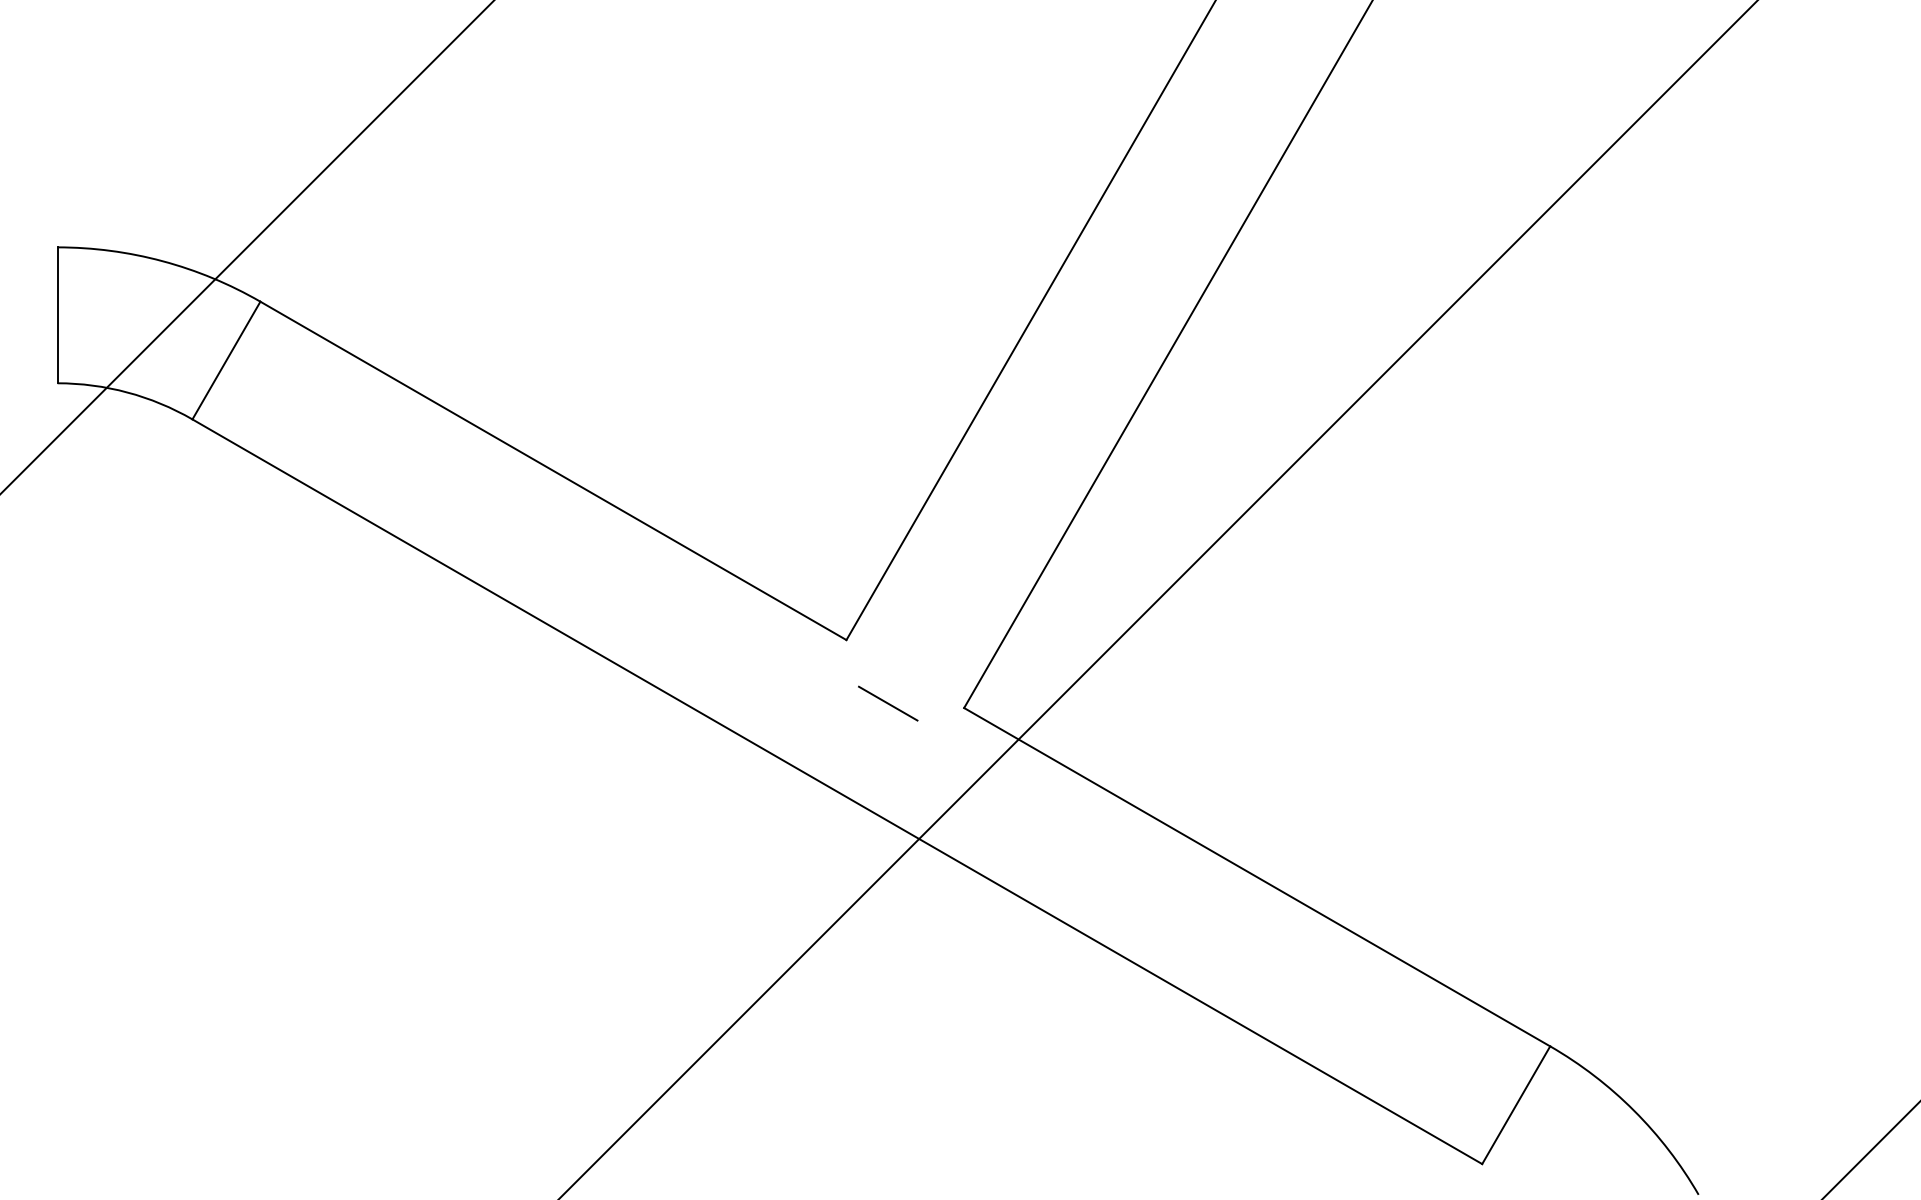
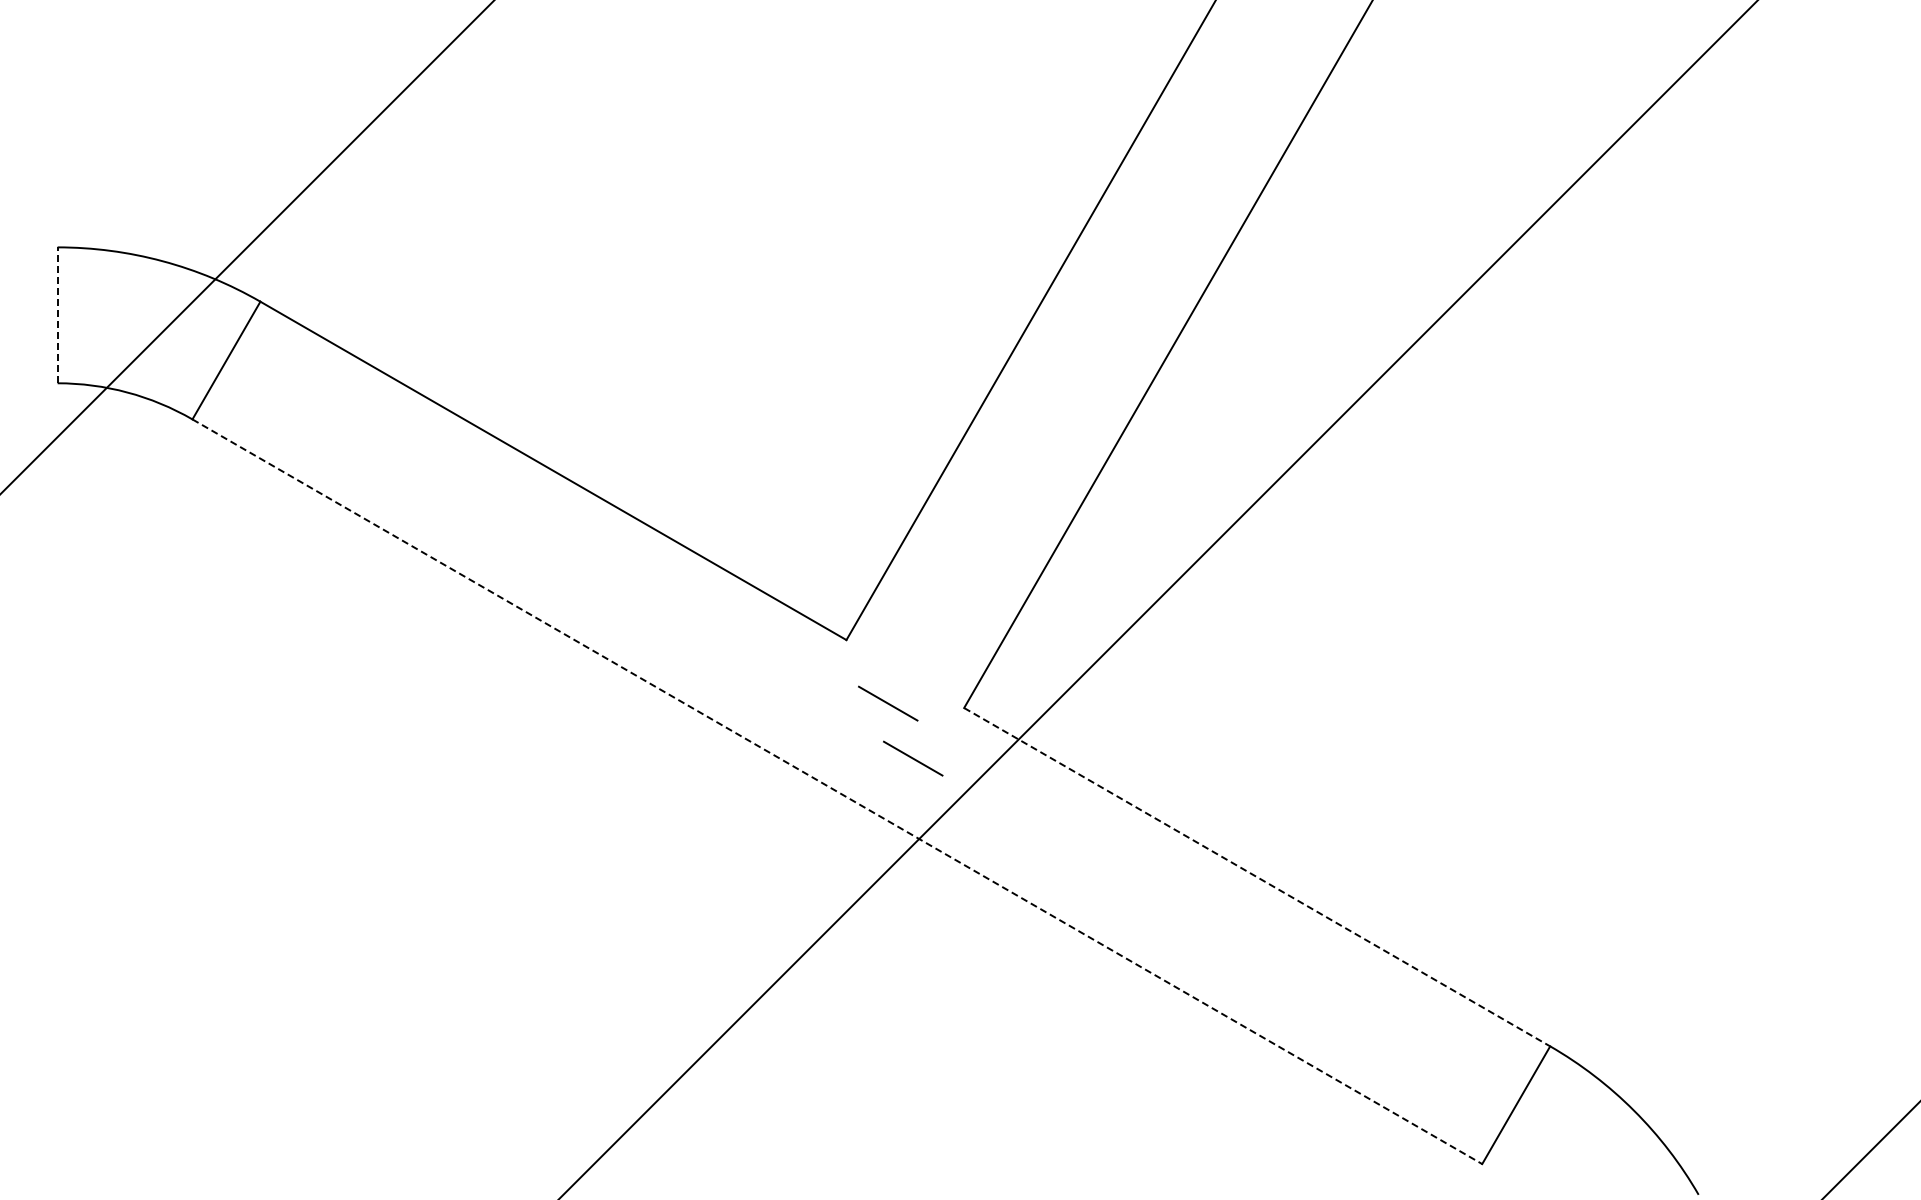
line at (57, 315): solid -> dashed
line at (913, 758): none -> present
line at (837, 791): solid -> dashed
line at (1257, 877): solid -> dashed
